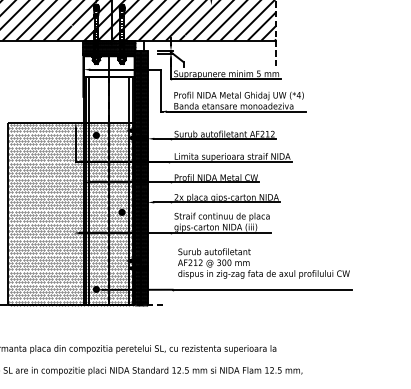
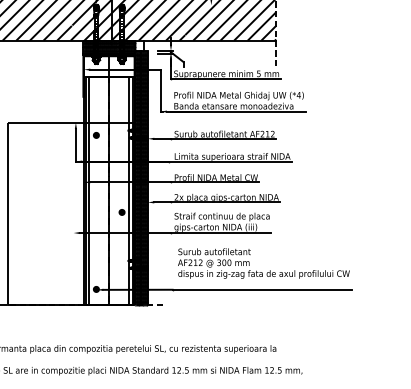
hatch at (70, 214): present -> none
